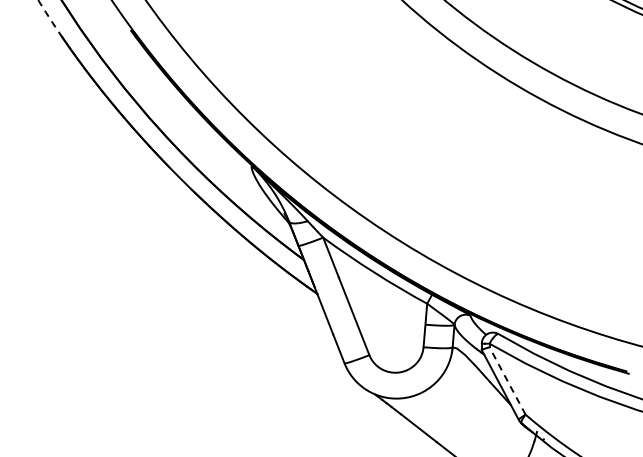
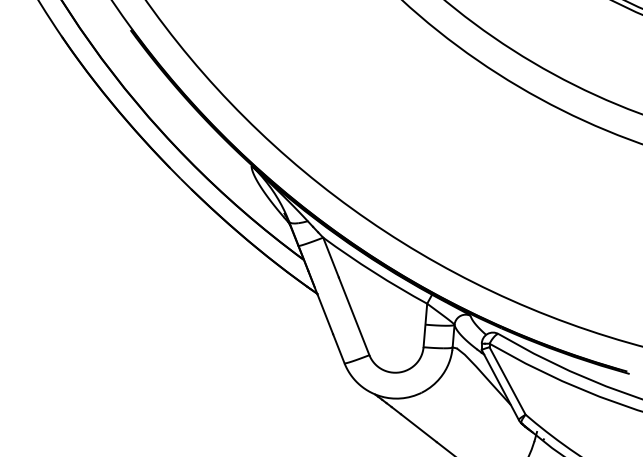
arc at (50, 18): dashed -> solid
line at (507, 380): dashed -> solid
